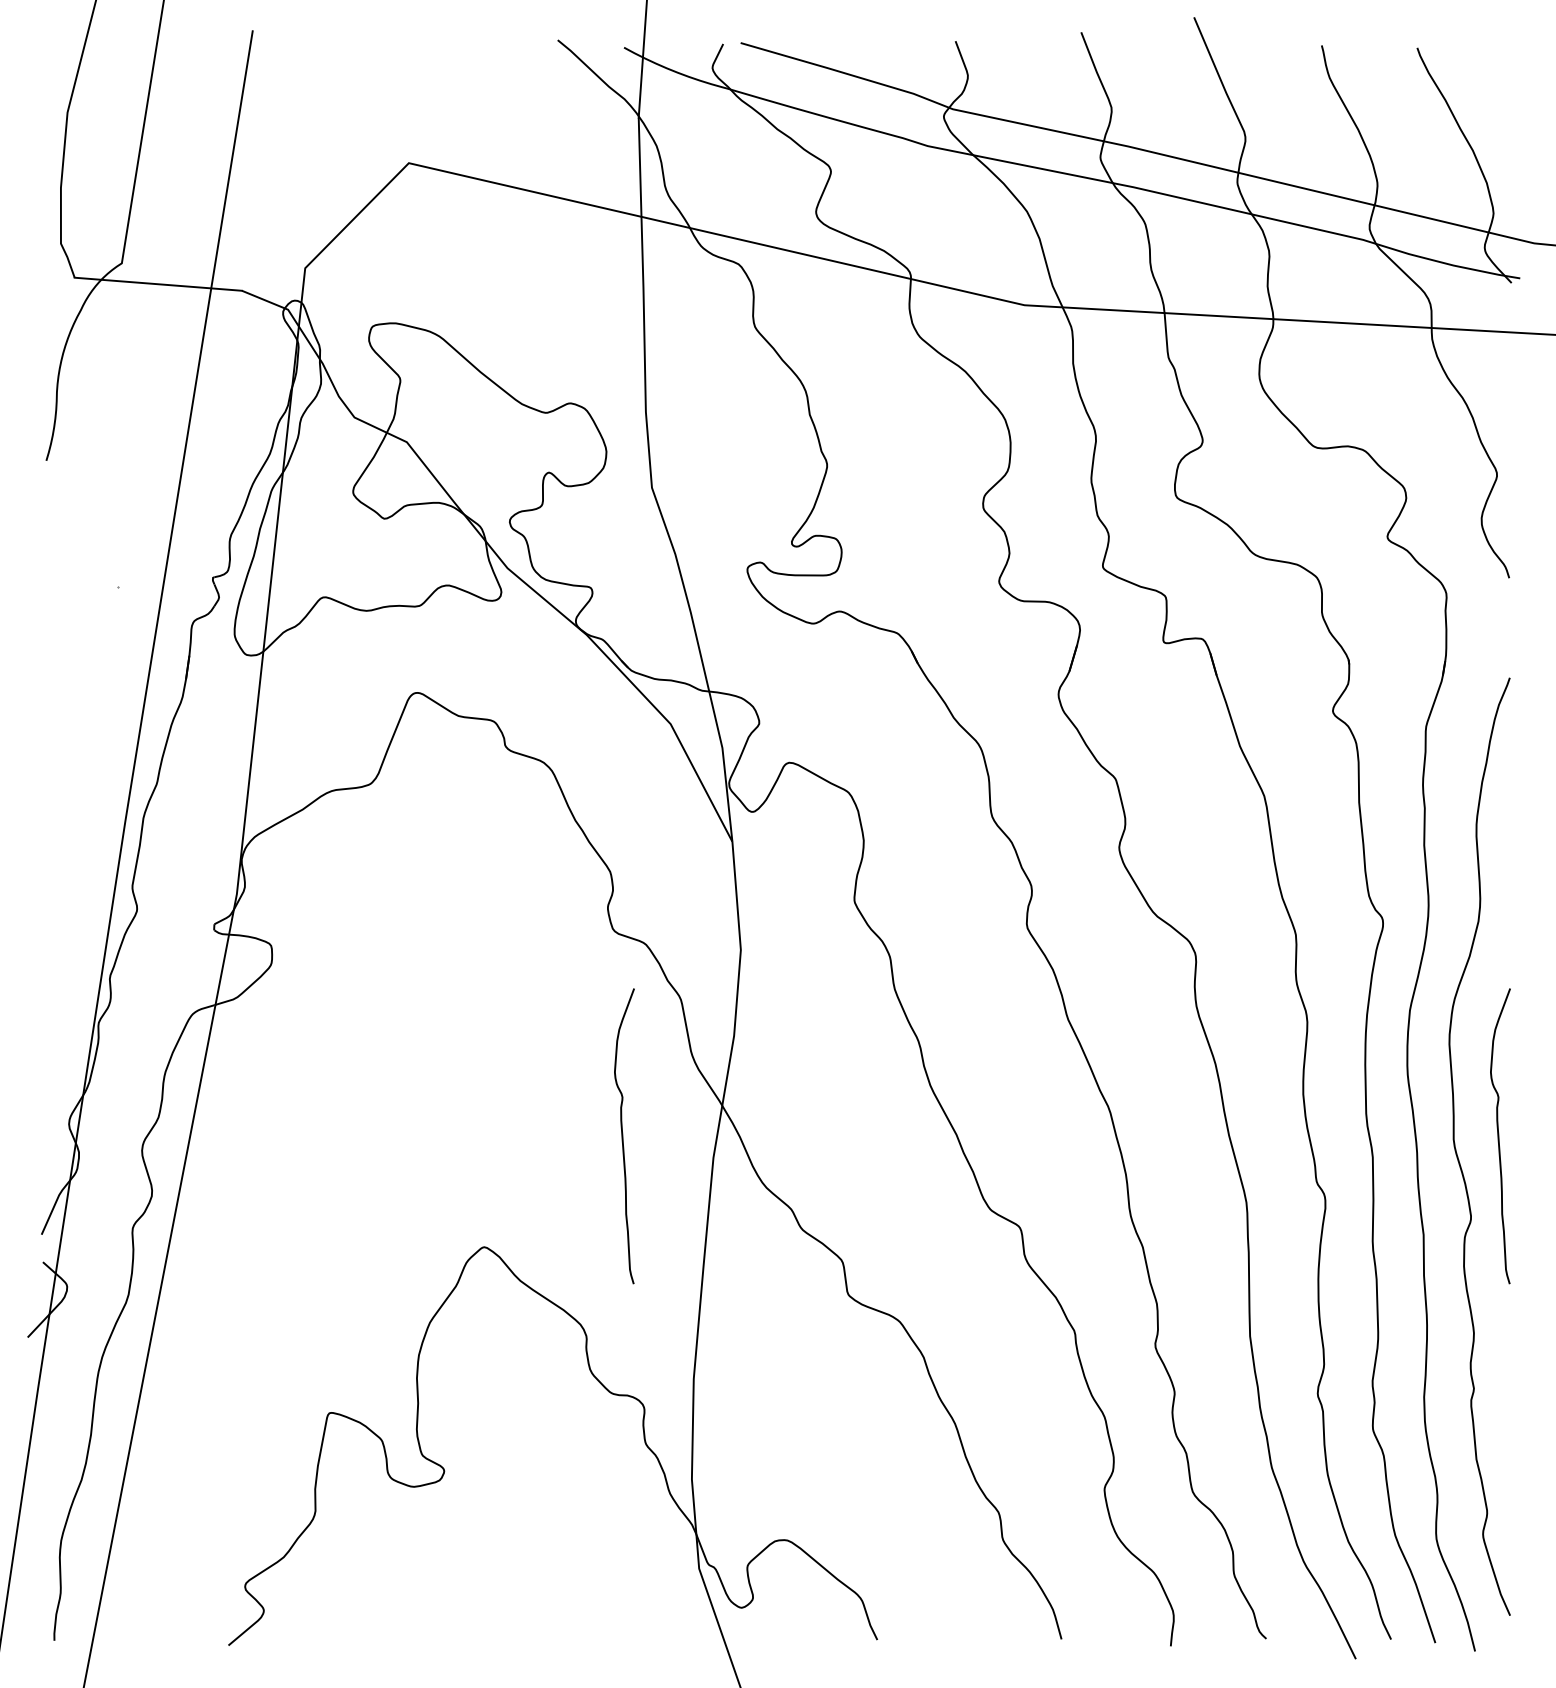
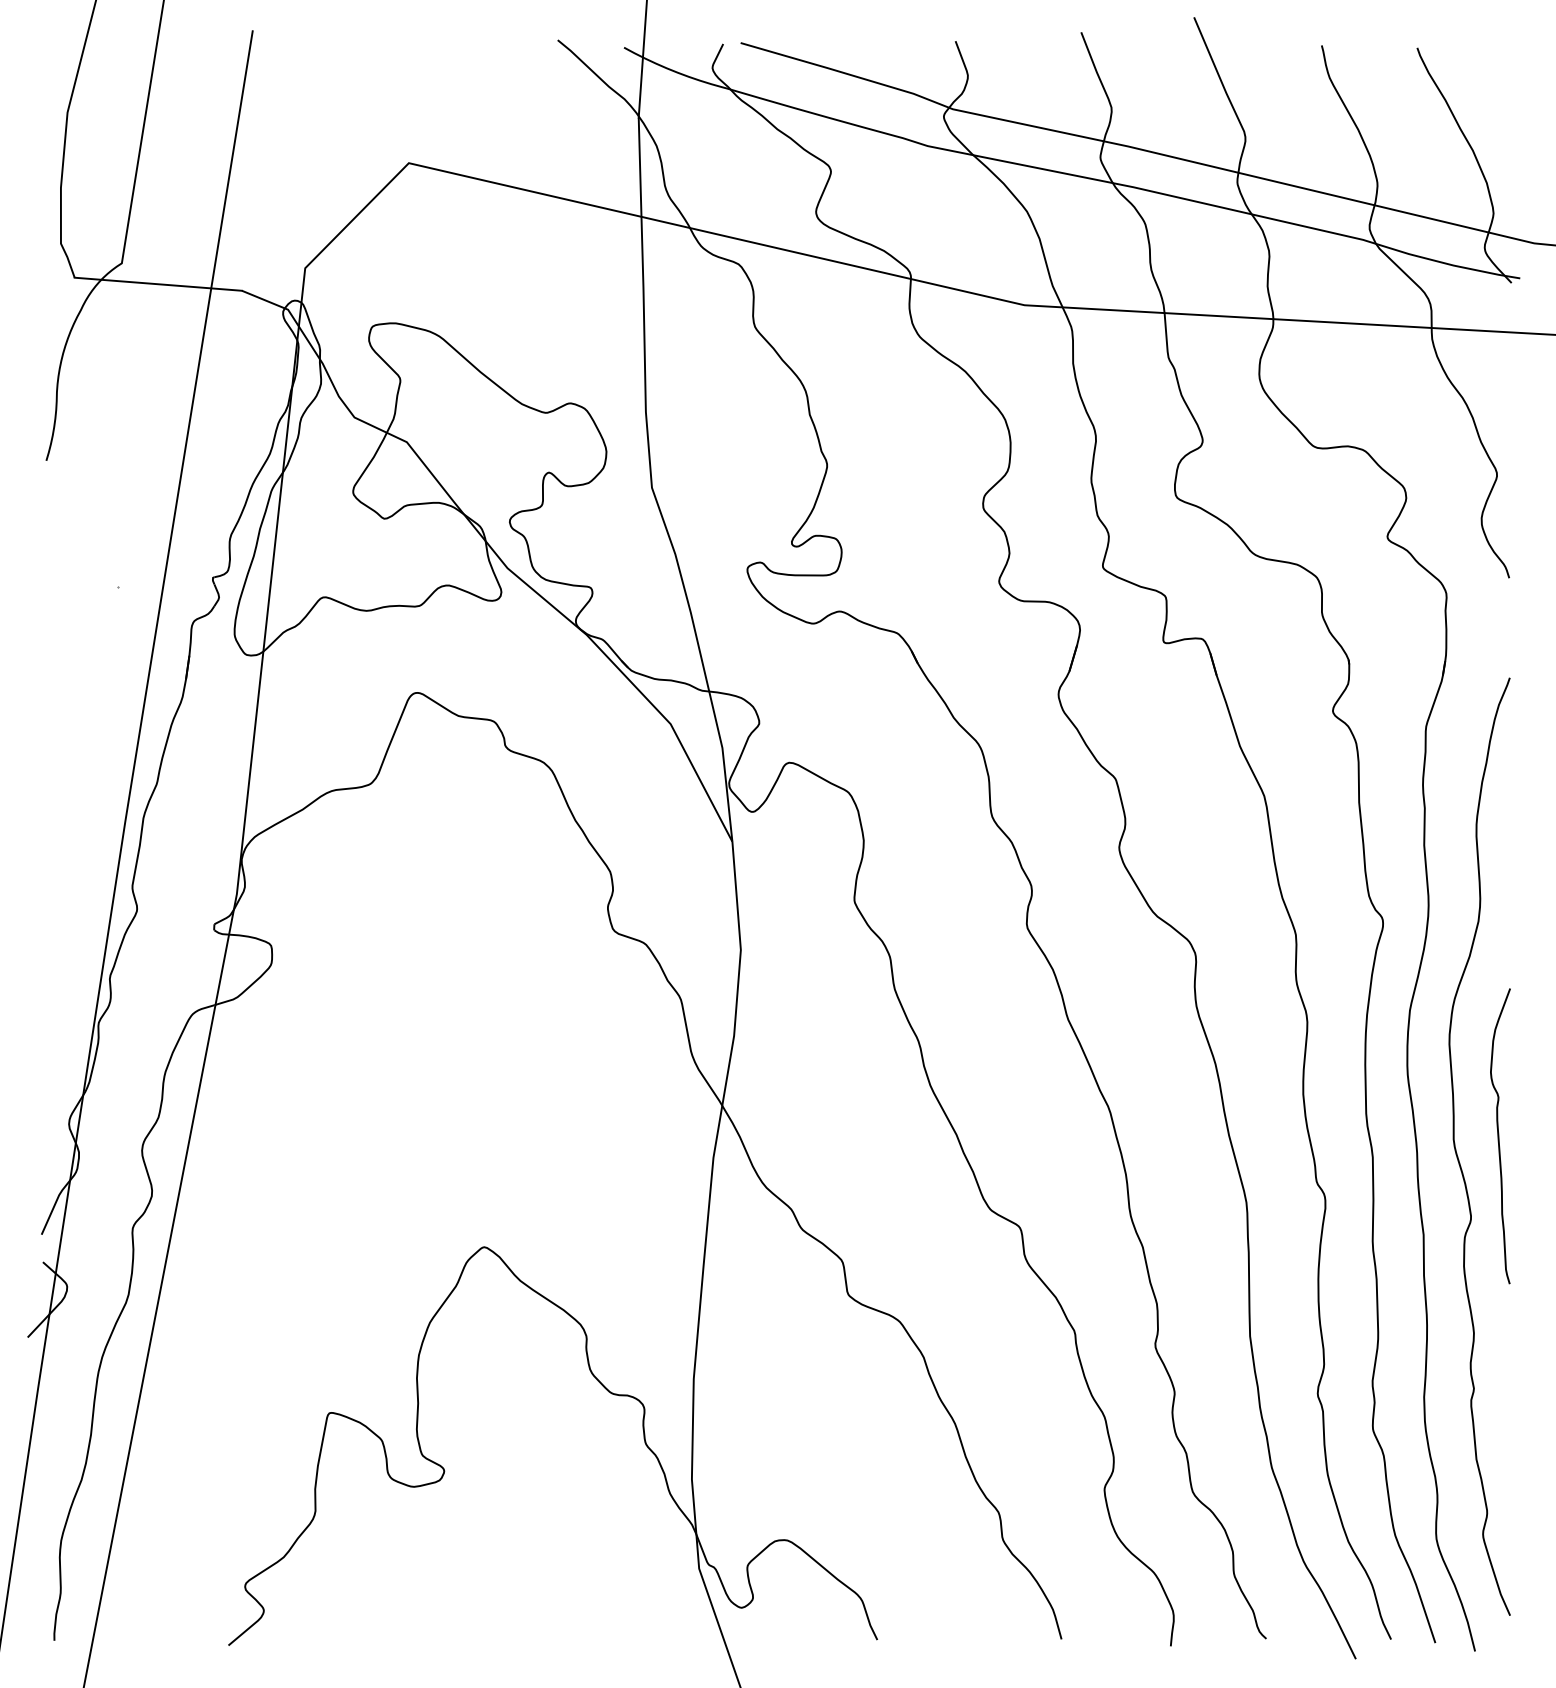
curve at (623, 1136): present -> none
